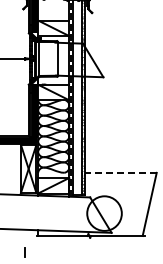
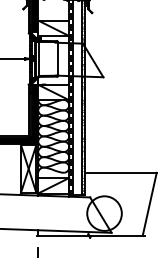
line at (120, 172): dashed -> solid
line at (24, 252) position: (24, 252) -> (37, 252)
